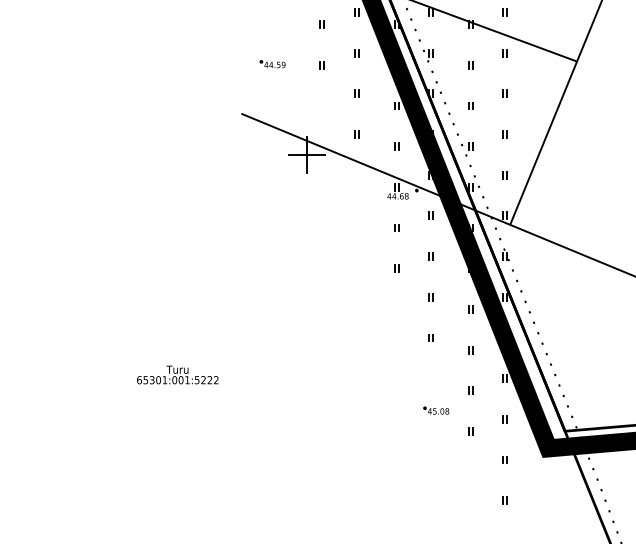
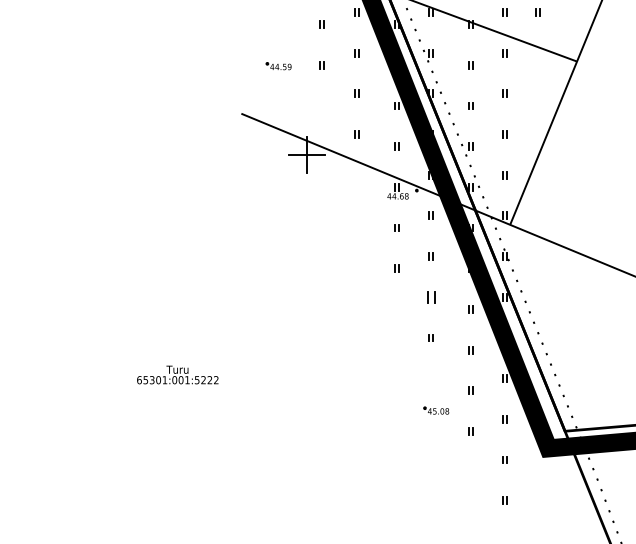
part at (537, 12): none -> present
part at (272, 64) position: (272, 64) -> (278, 66)
part at (430, 297) size: 6x9 px -> 9x13 px
